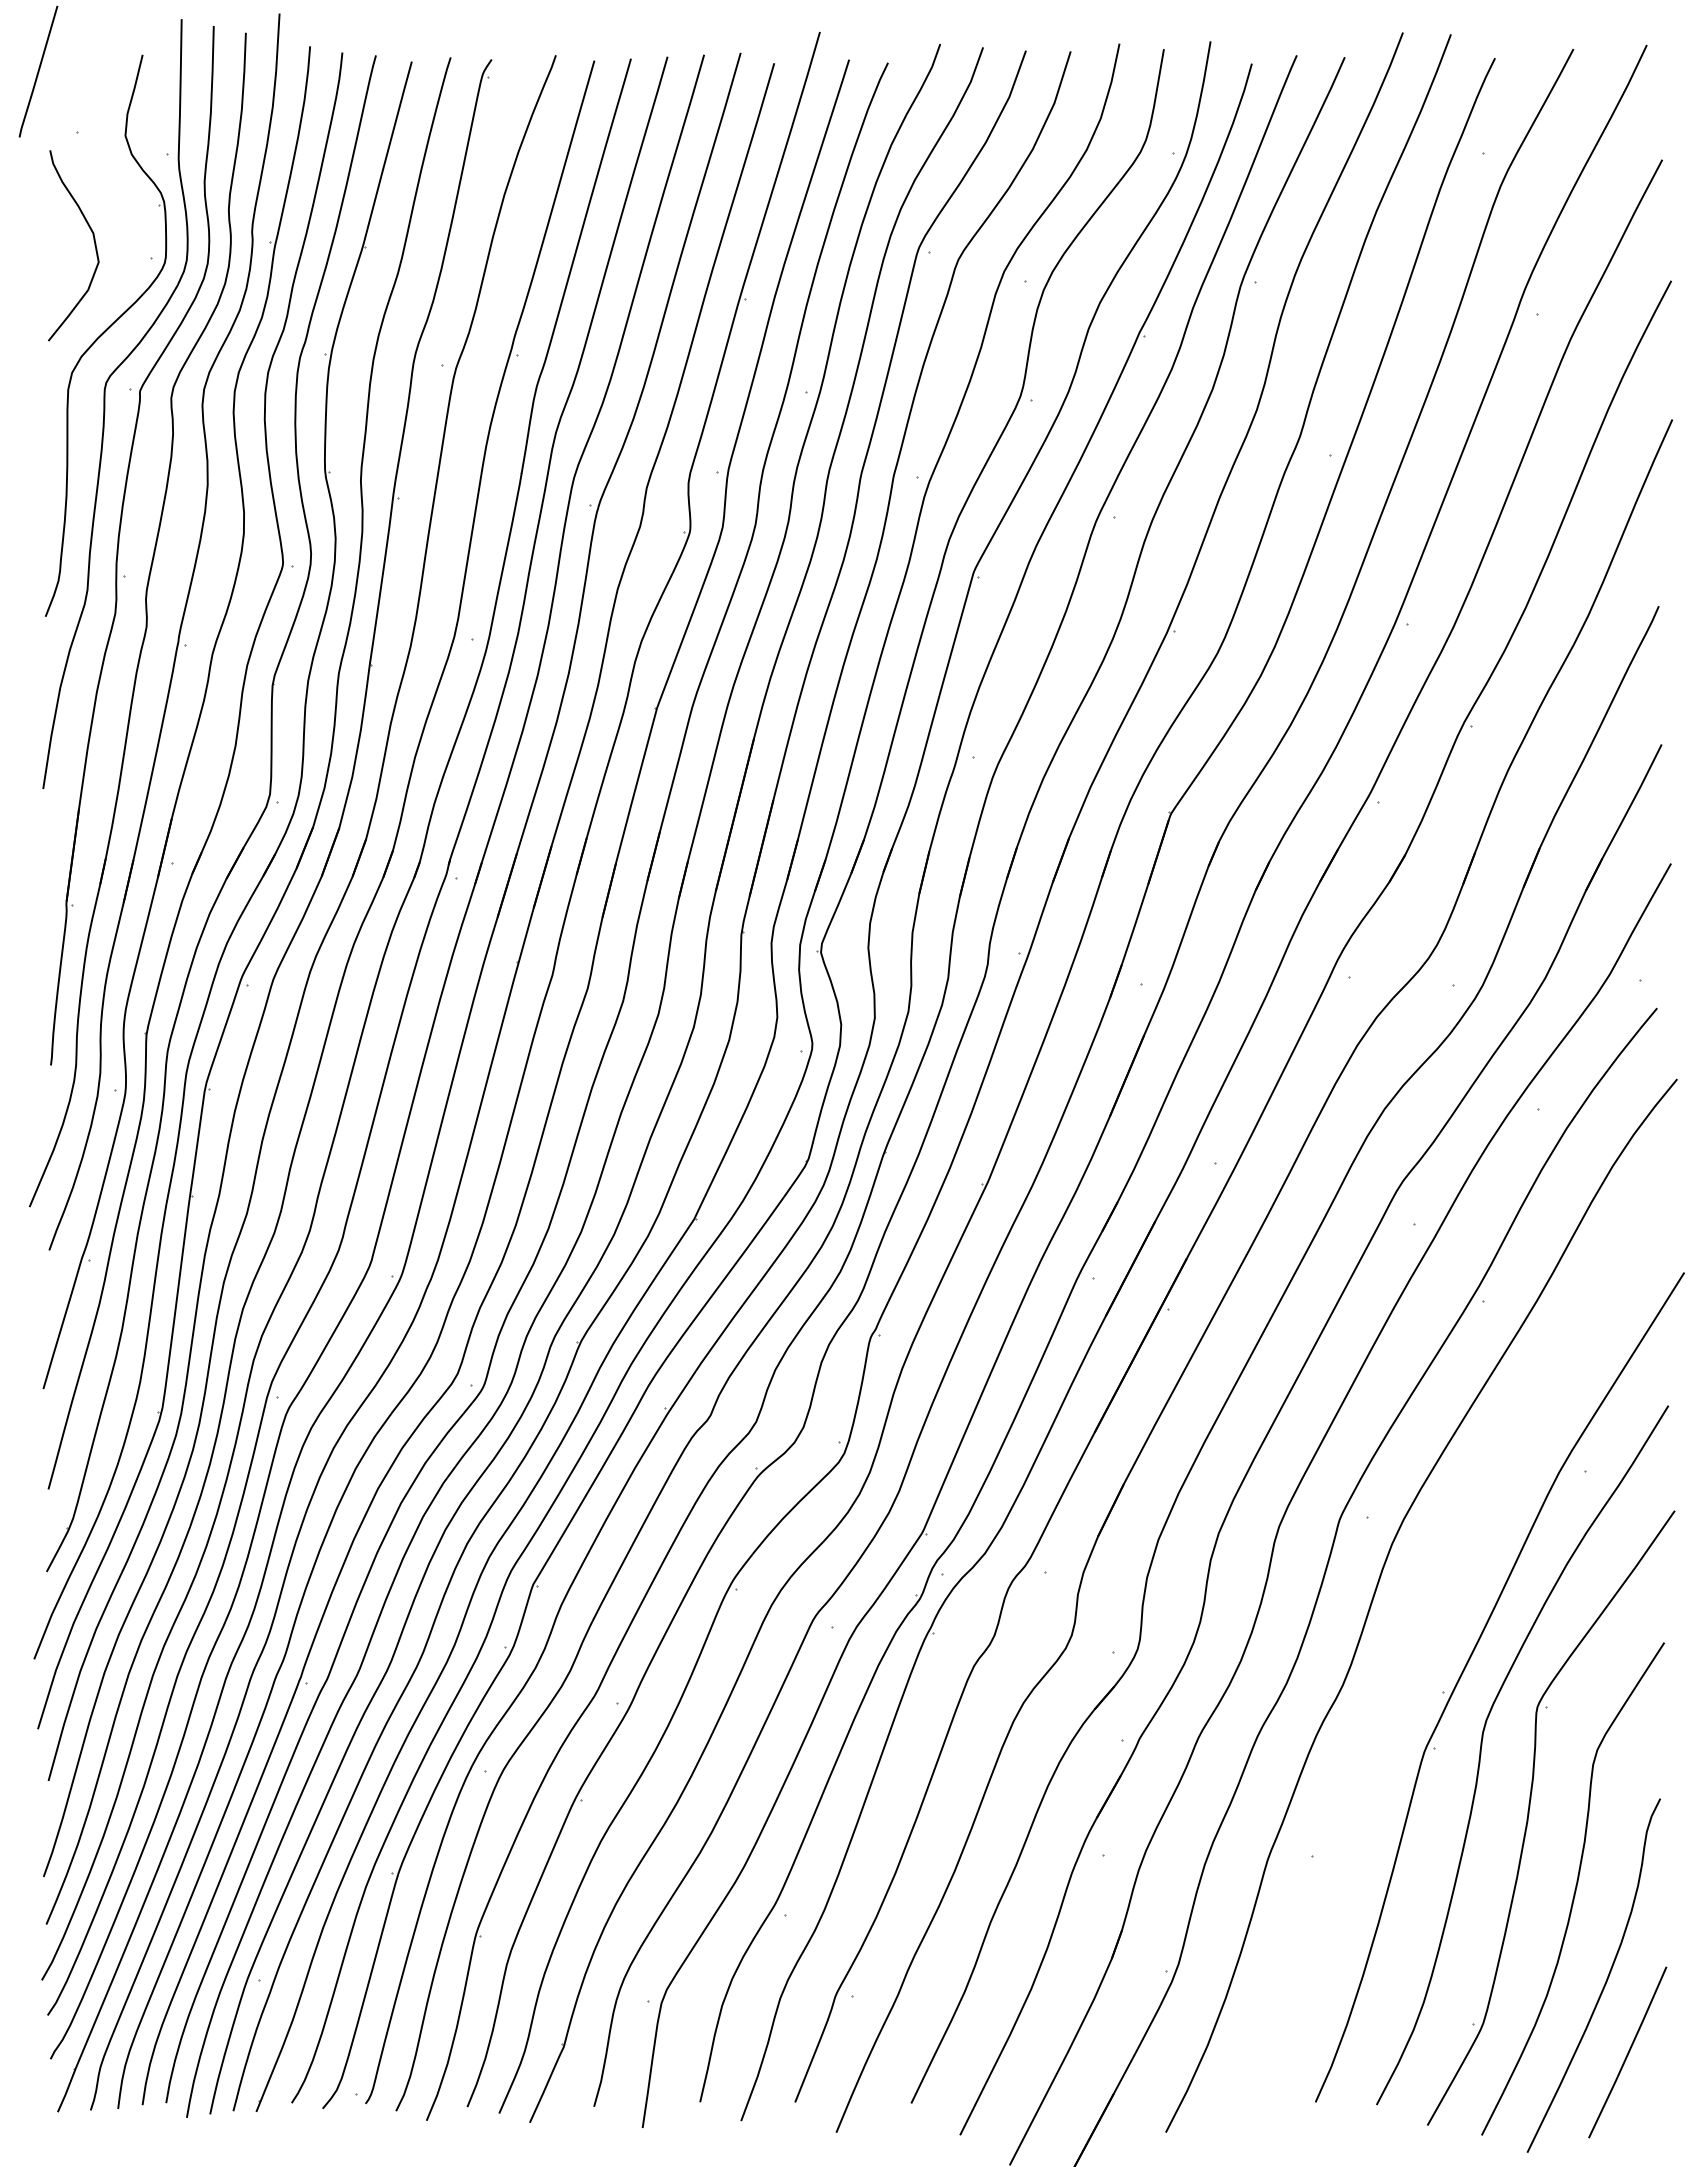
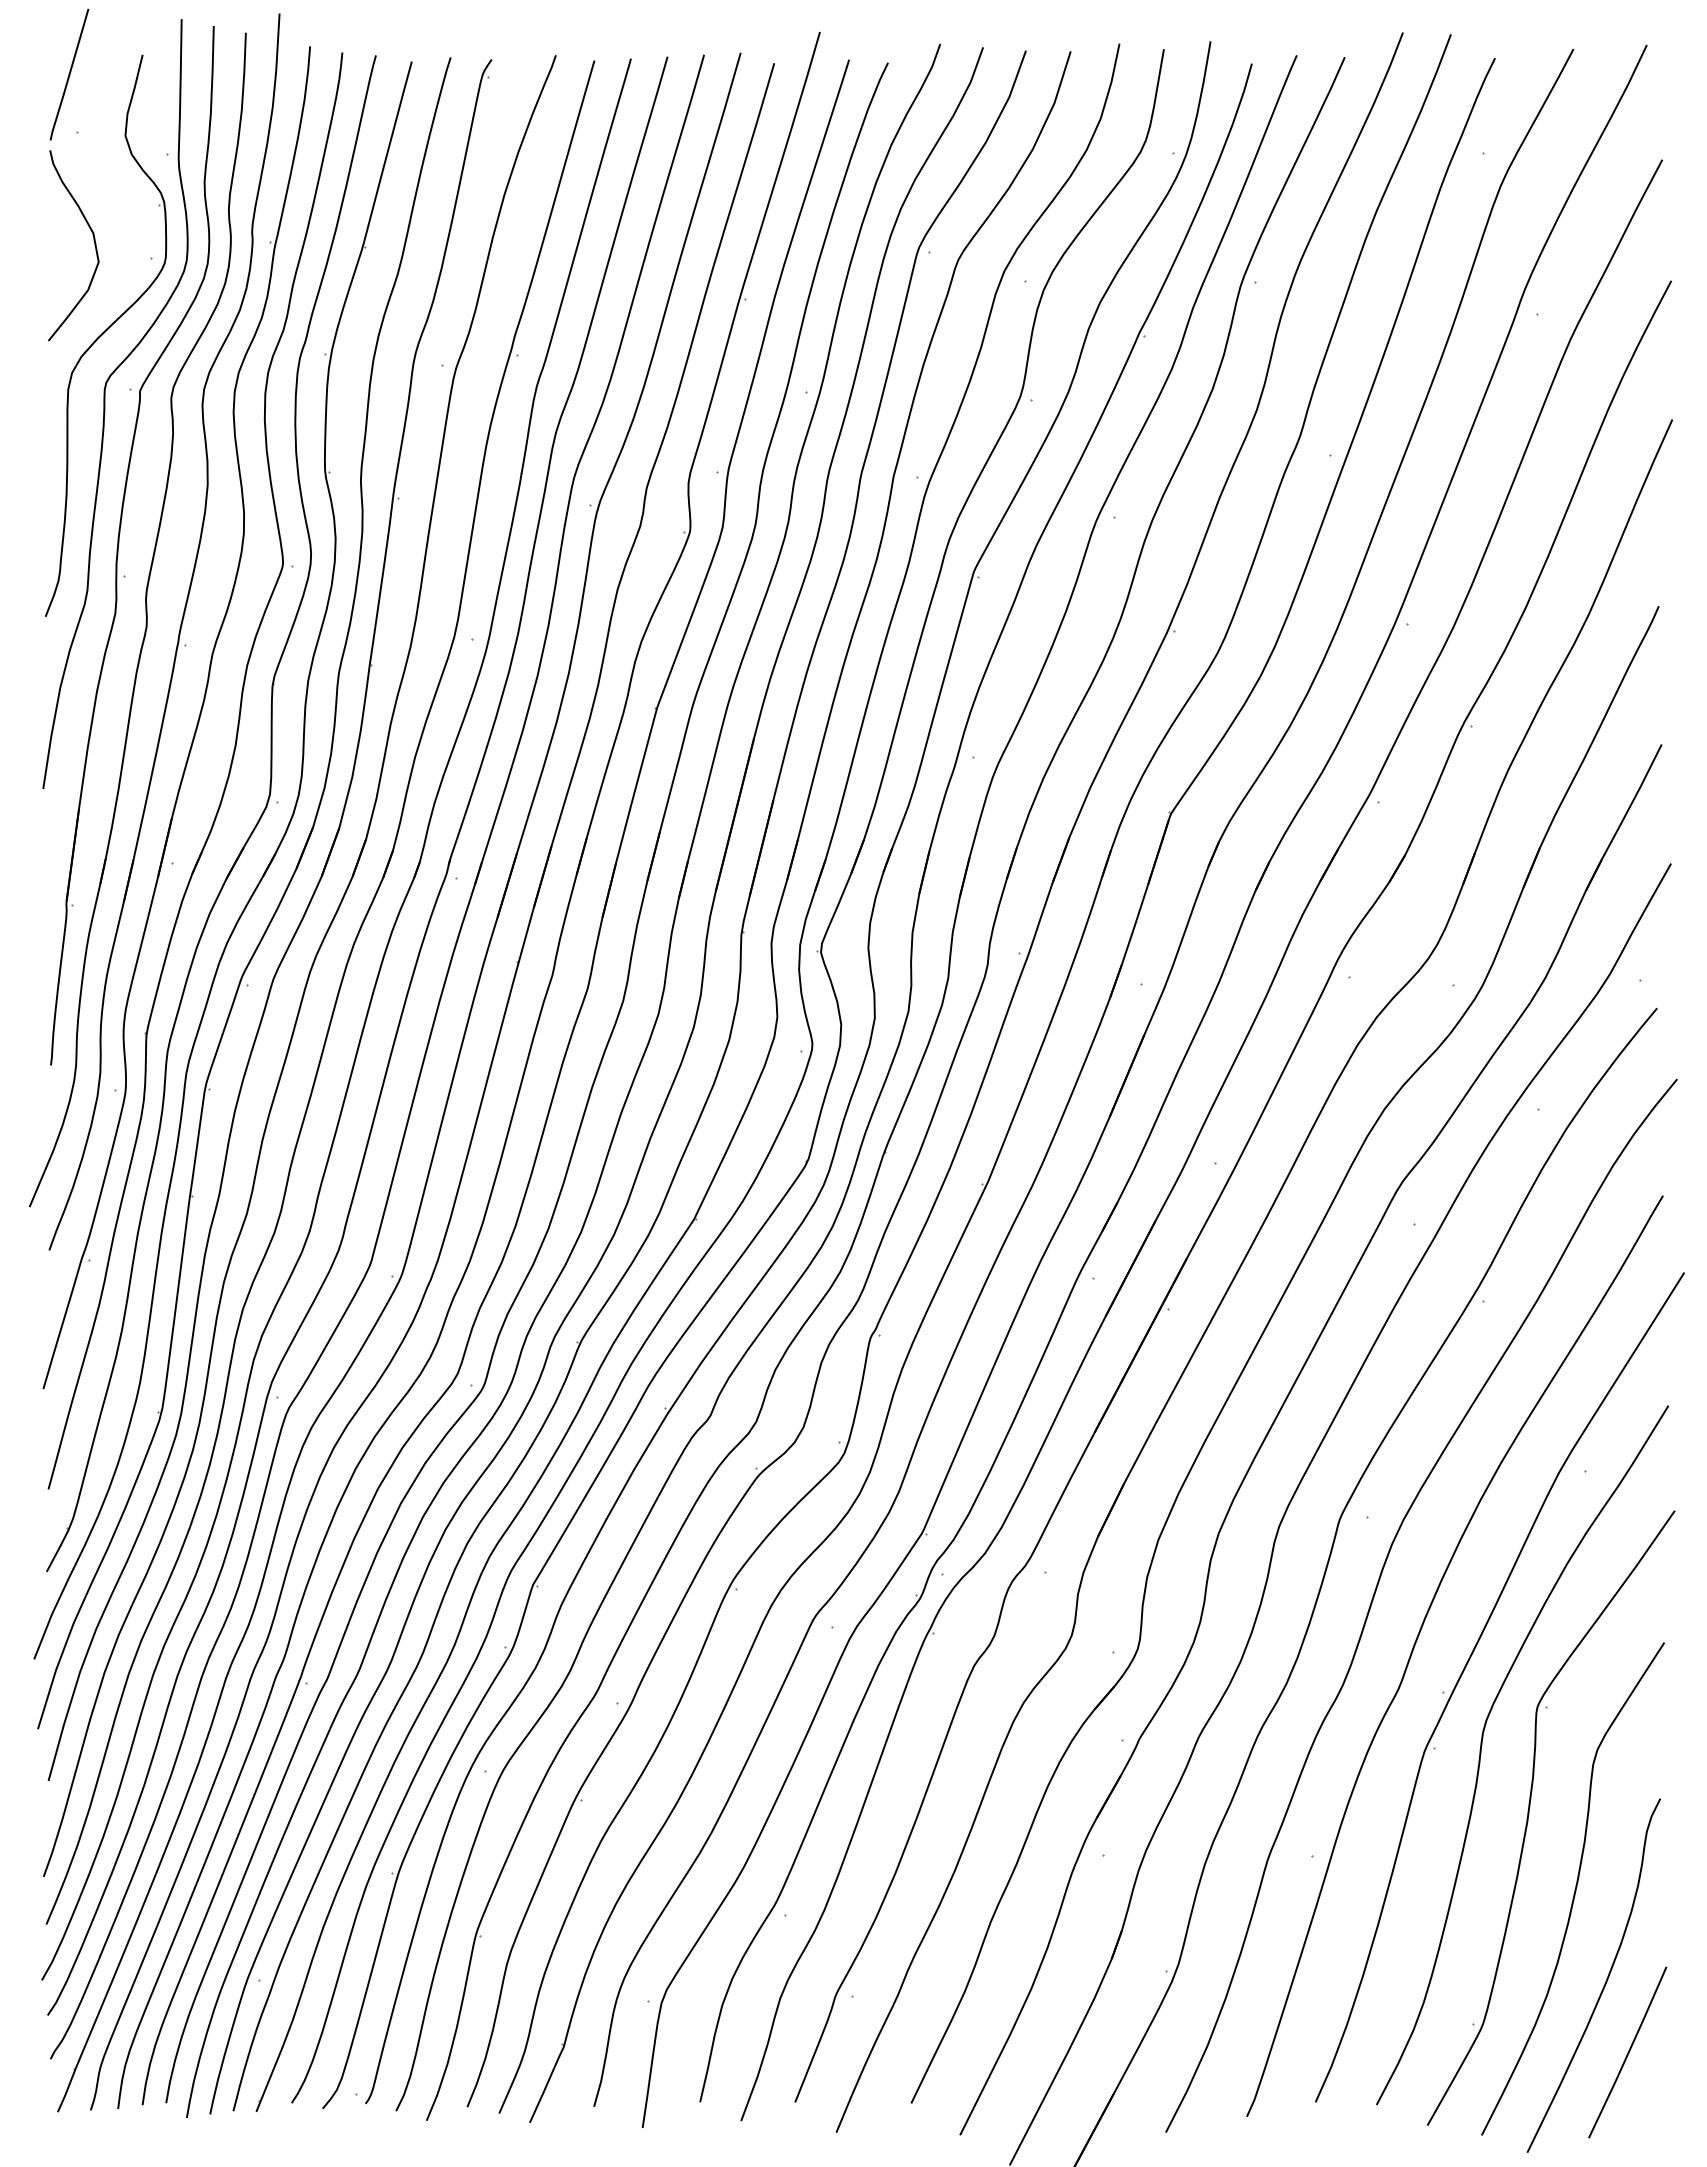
line at (38, 71) position: (38, 71) -> (69, 74)
curve at (1418, 1638): none -> present
